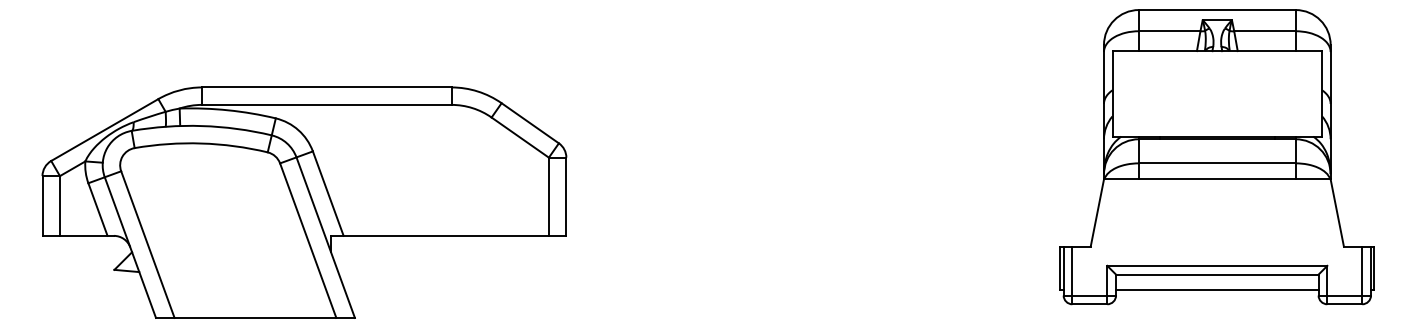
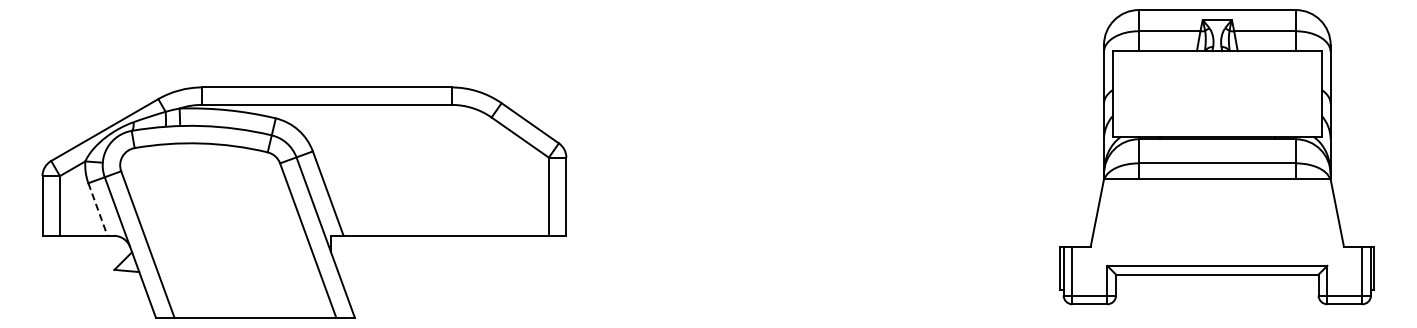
line at (98, 210): solid -> dashed
line at (1217, 290): present -> none
